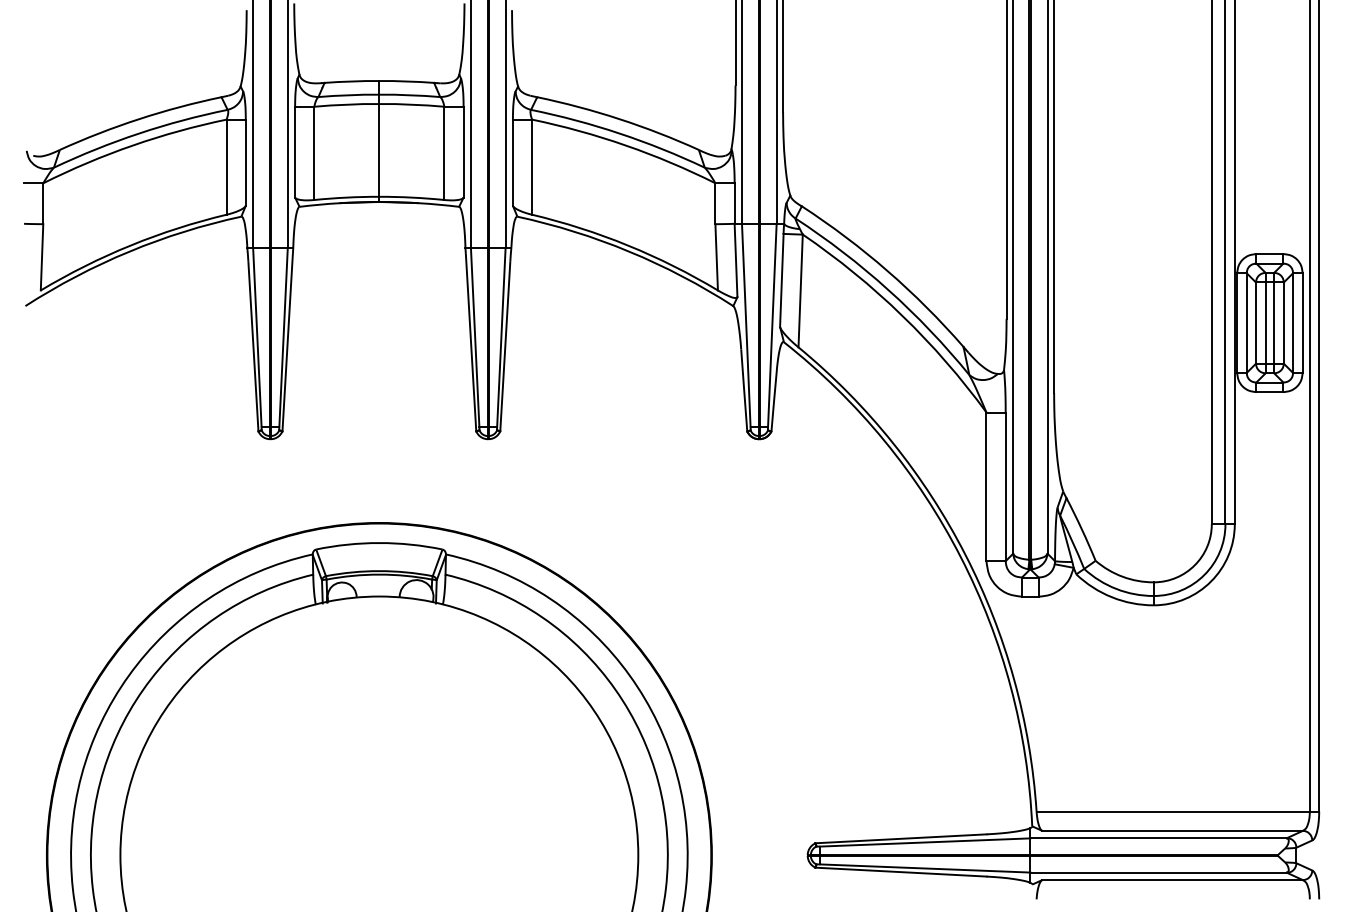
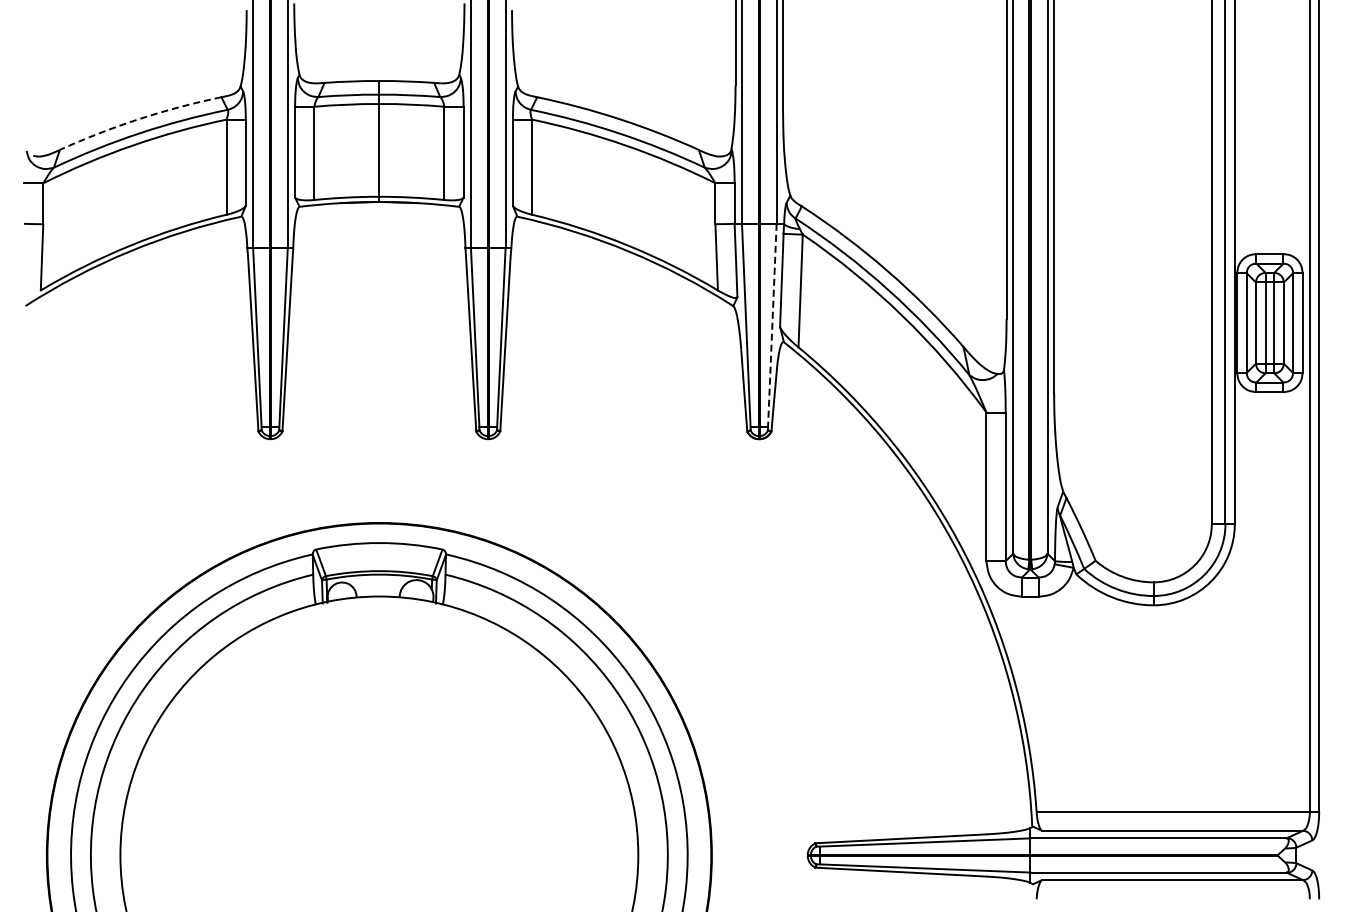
arc at (139, 119): solid -> dashed
line at (772, 325): solid -> dashed
